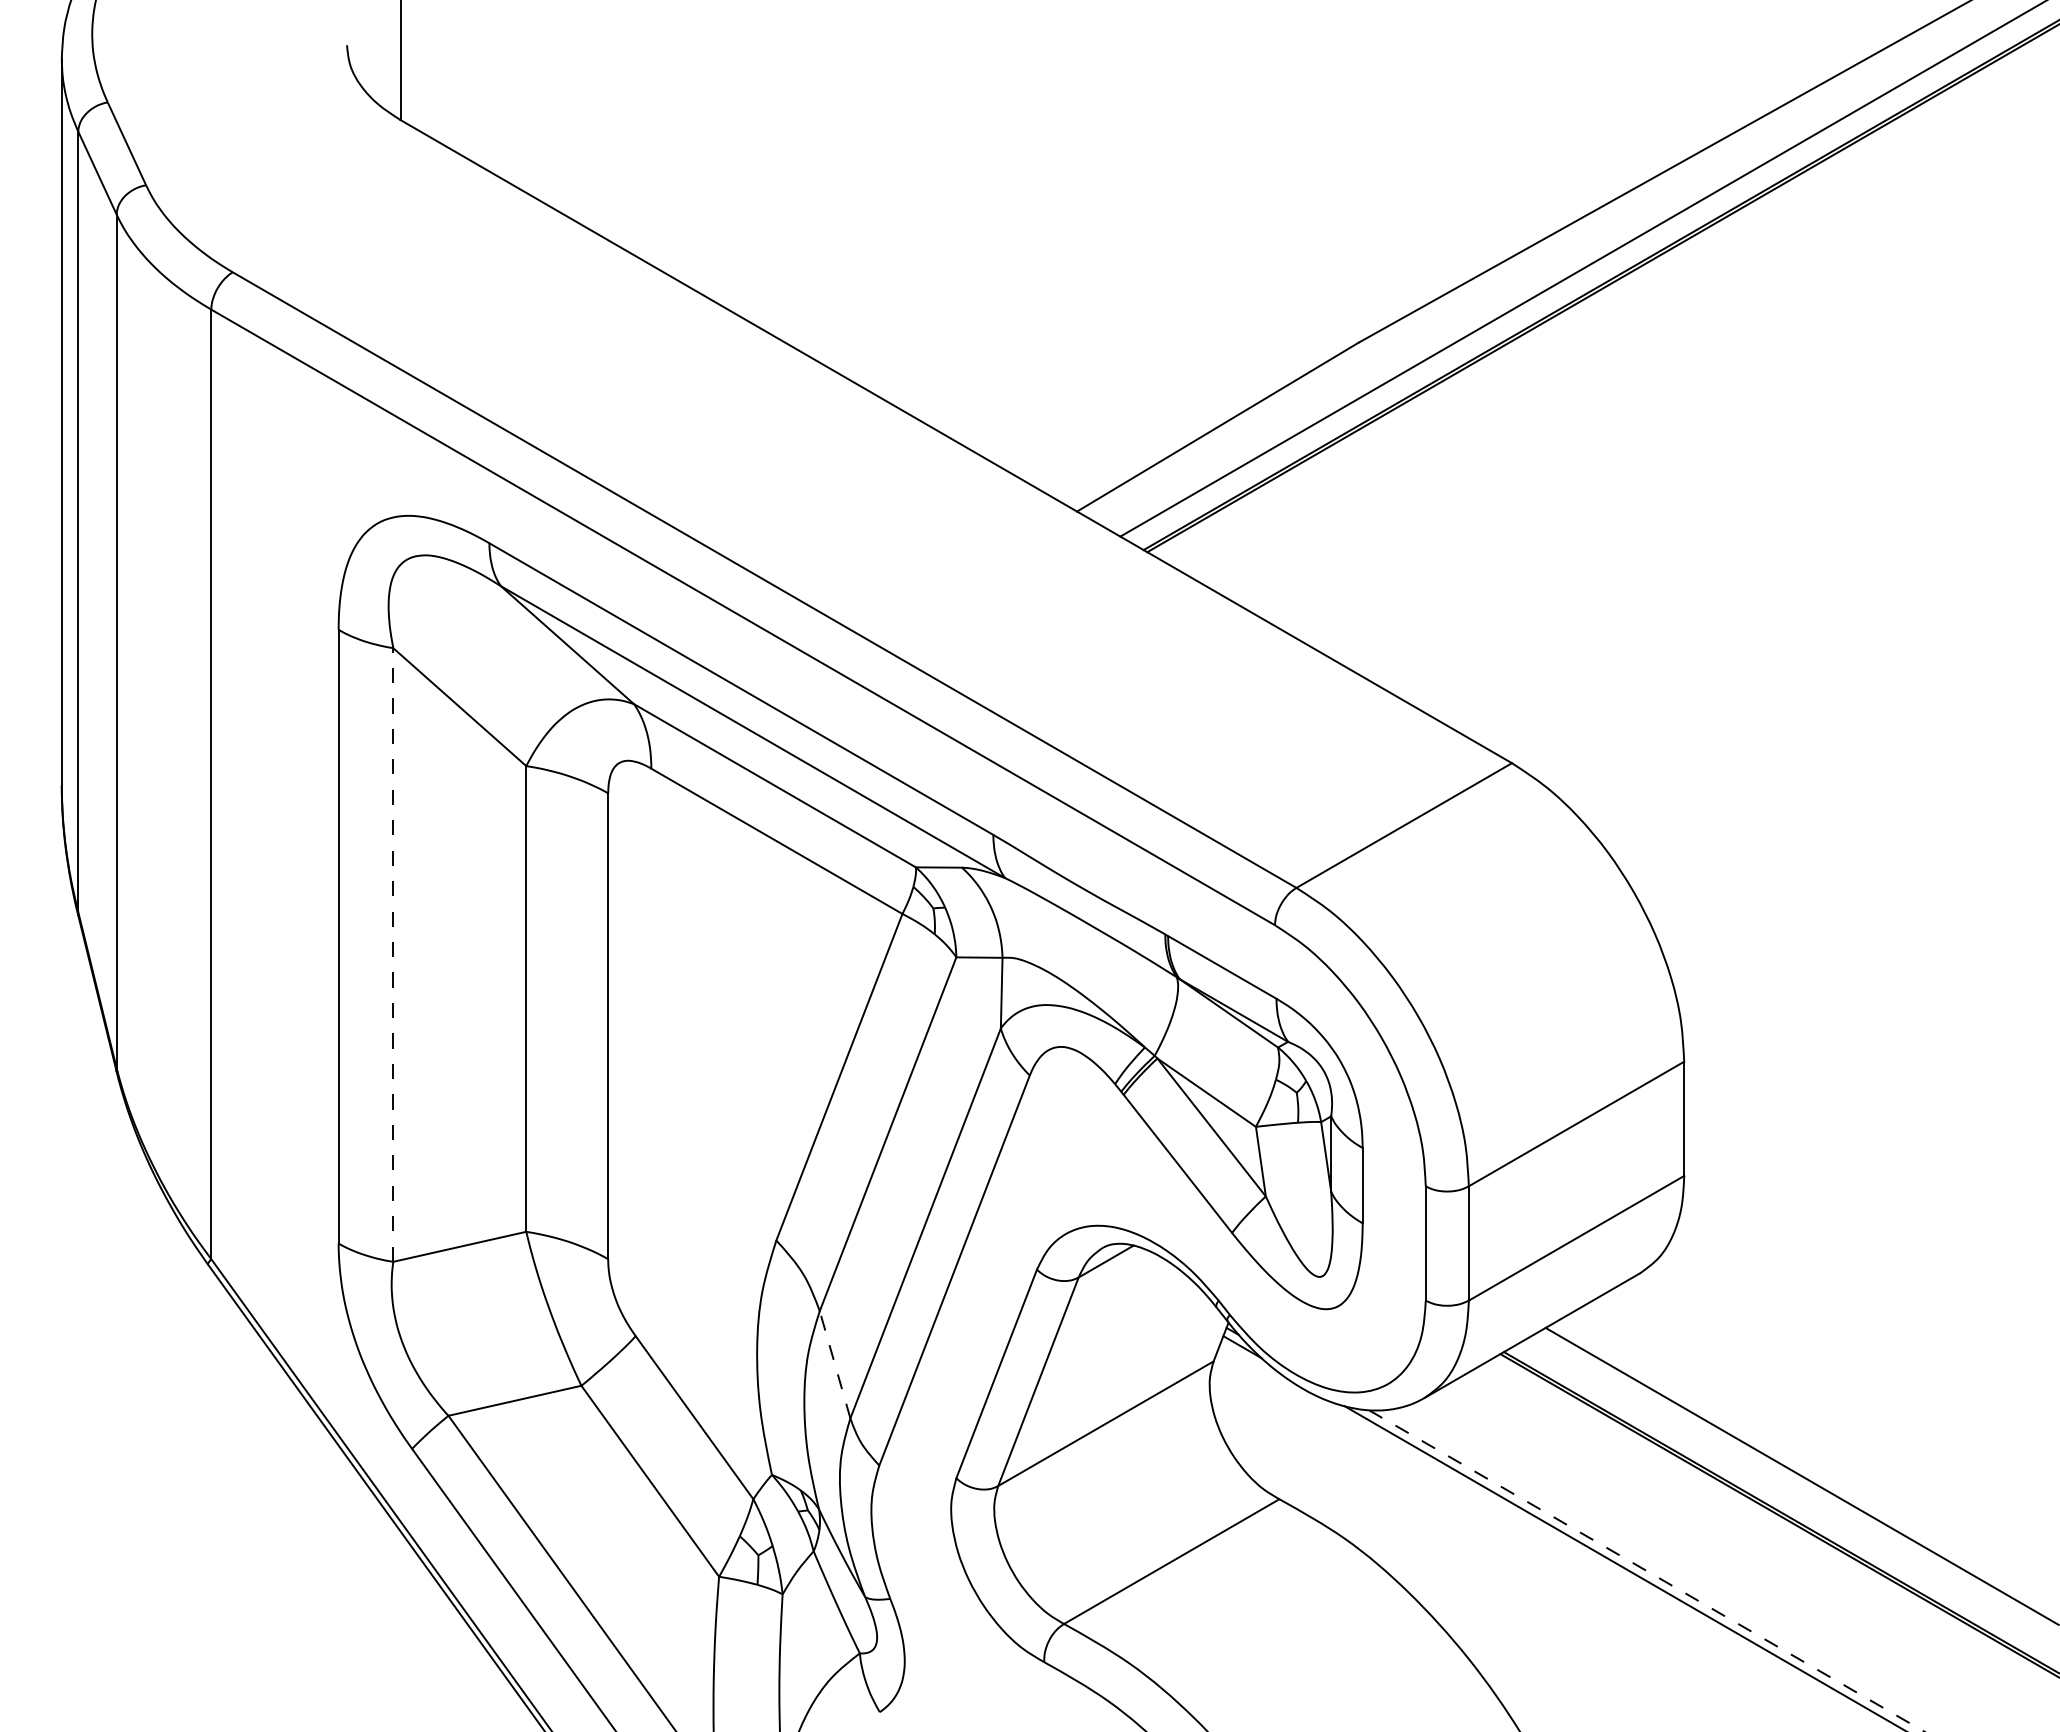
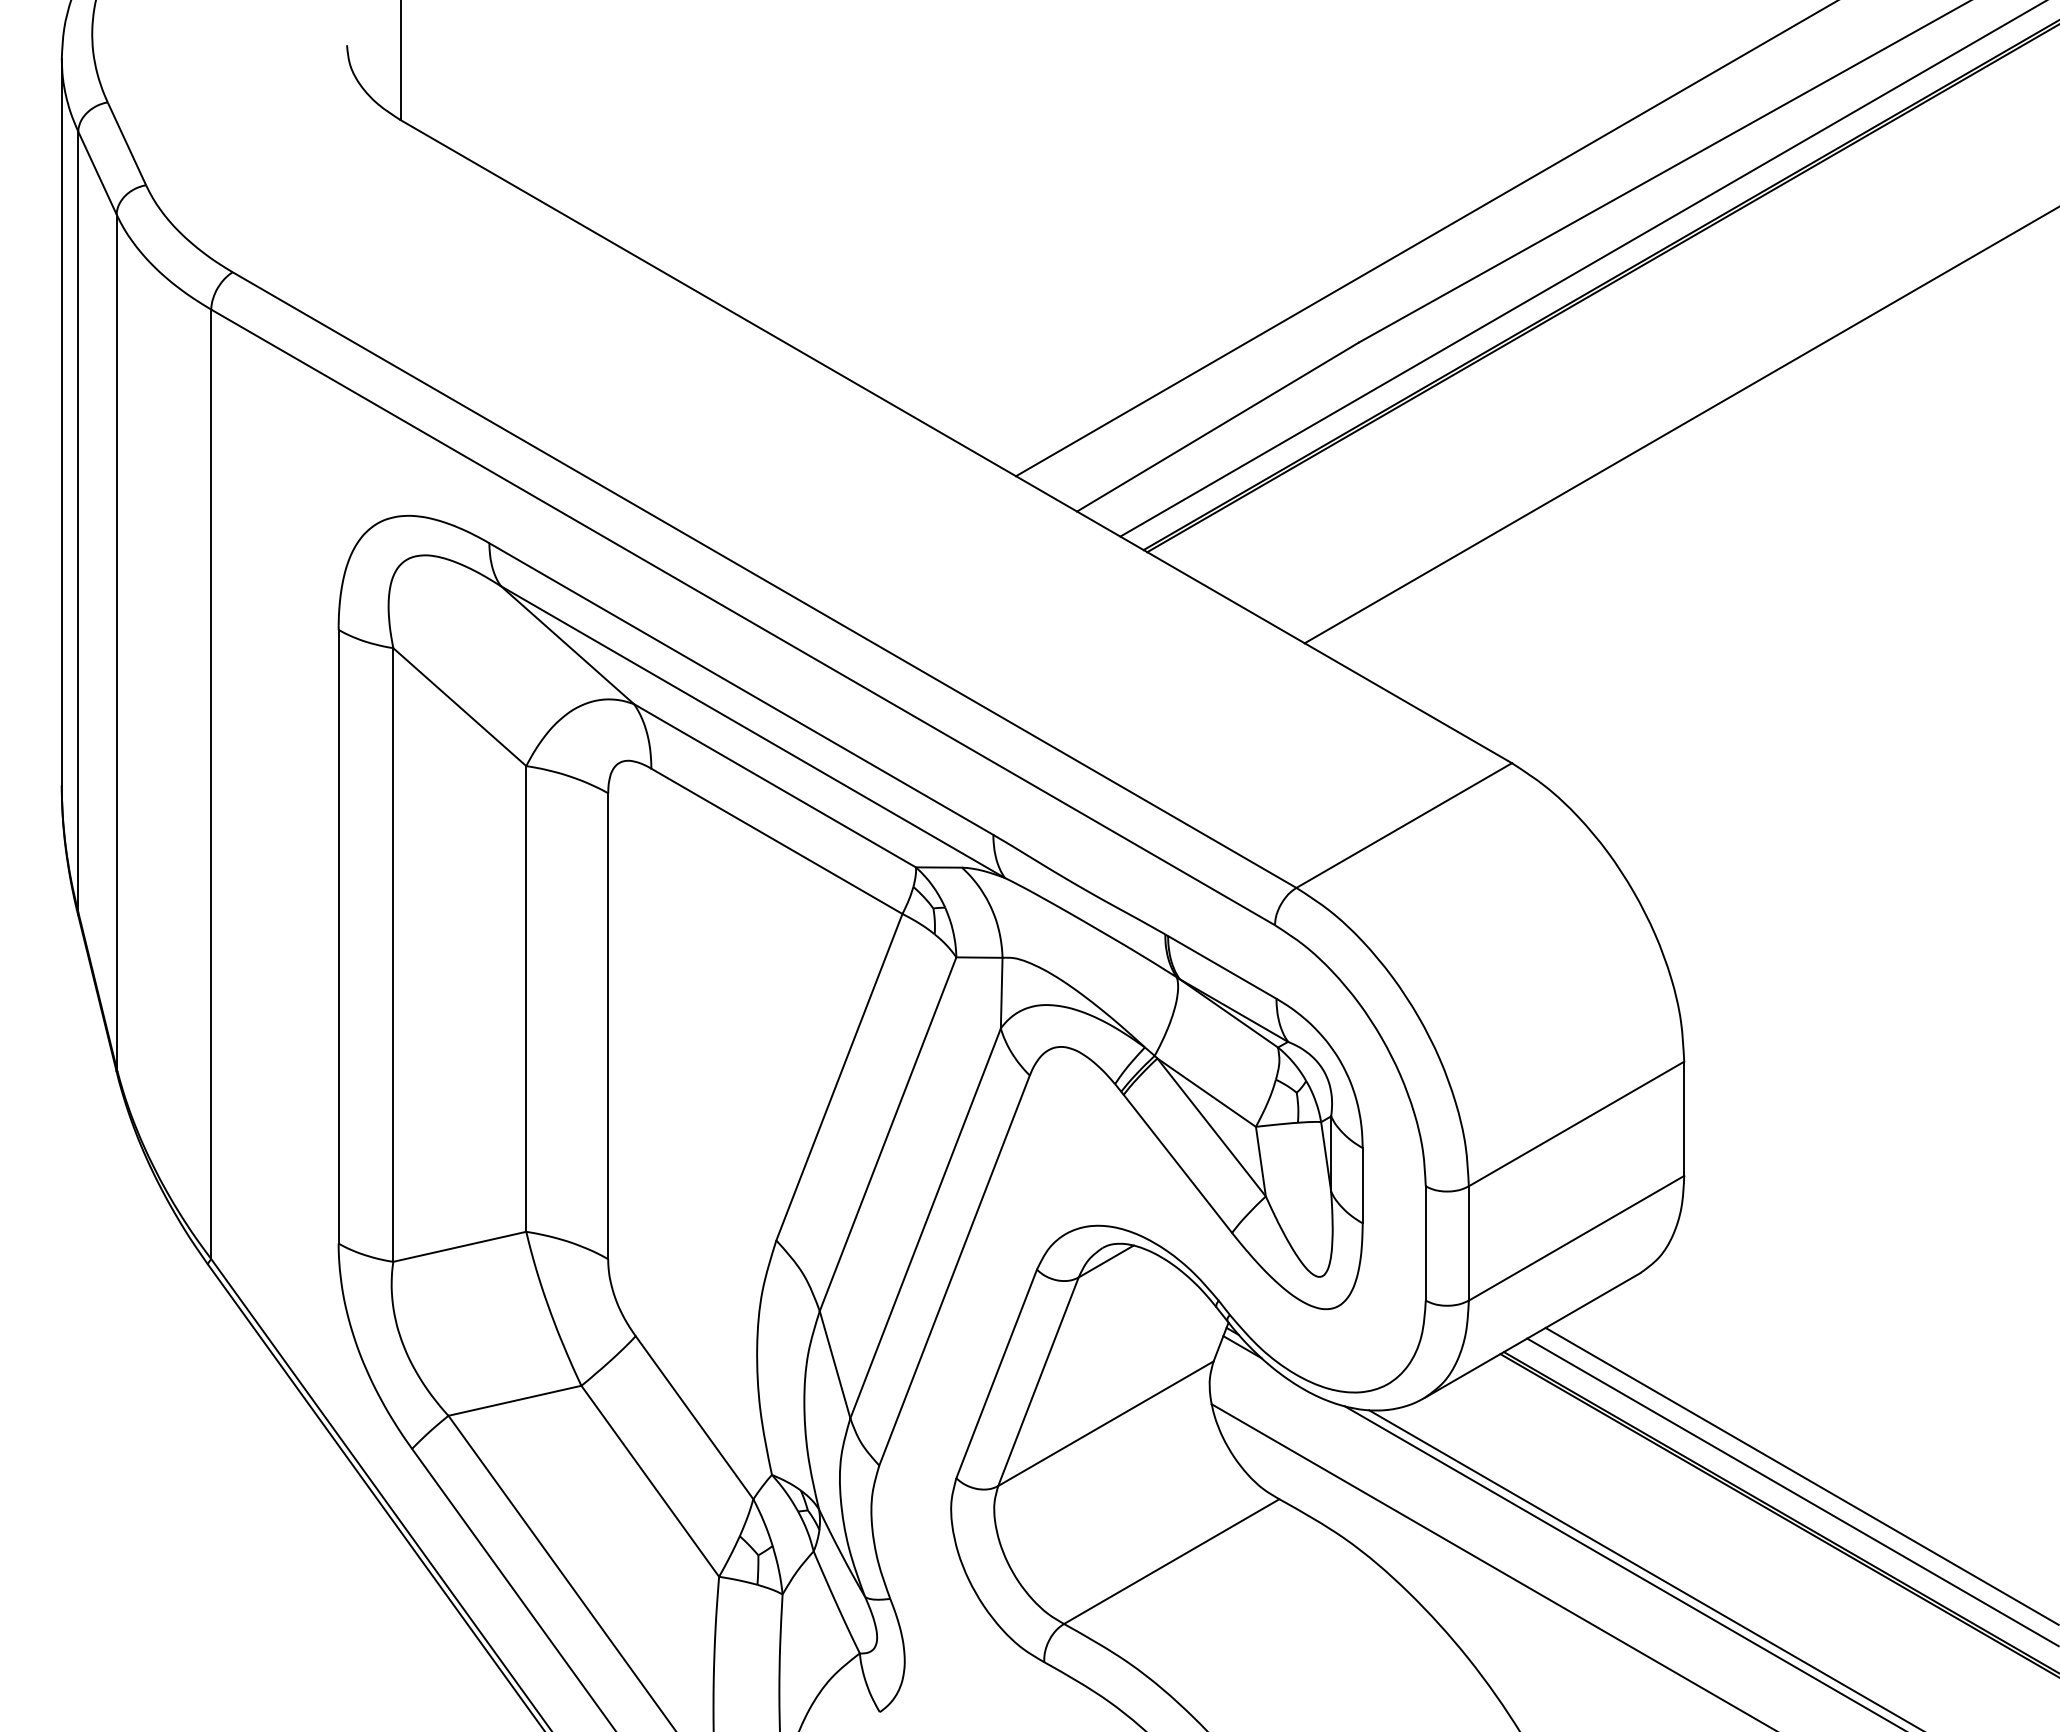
line at (1425, 239): none -> present
line at (1680, 425): none -> present
line at (393, 955): dashed -> solid
line at (835, 1364): dashed -> solid
line at (1791, 1491): none -> present
line at (1491, 1566): none -> present
line at (1646, 1571): dashed -> solid
